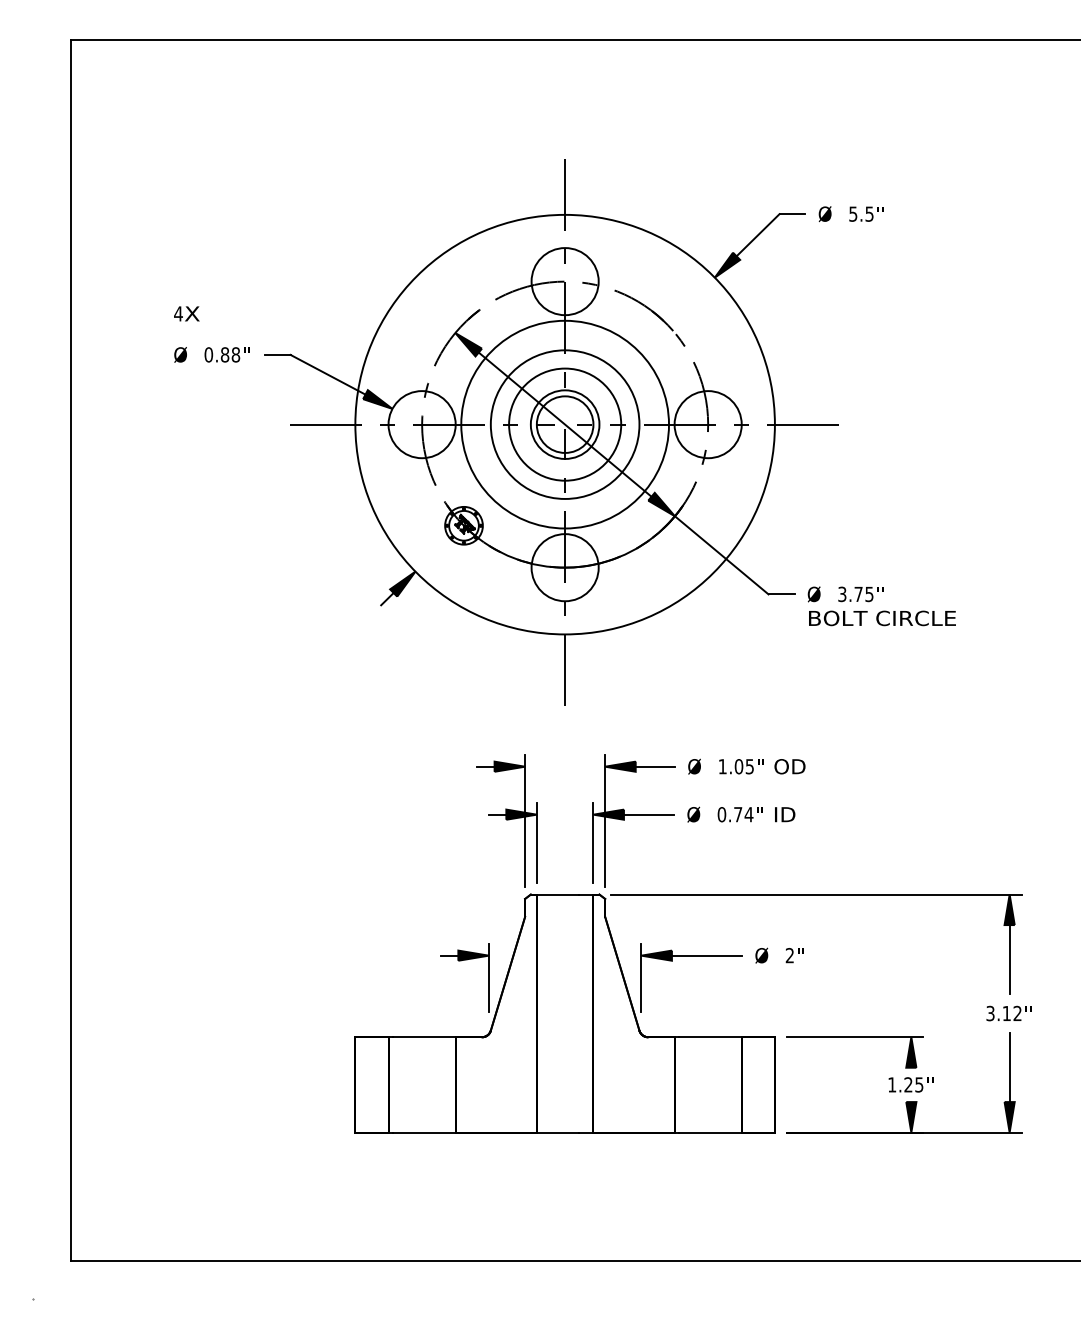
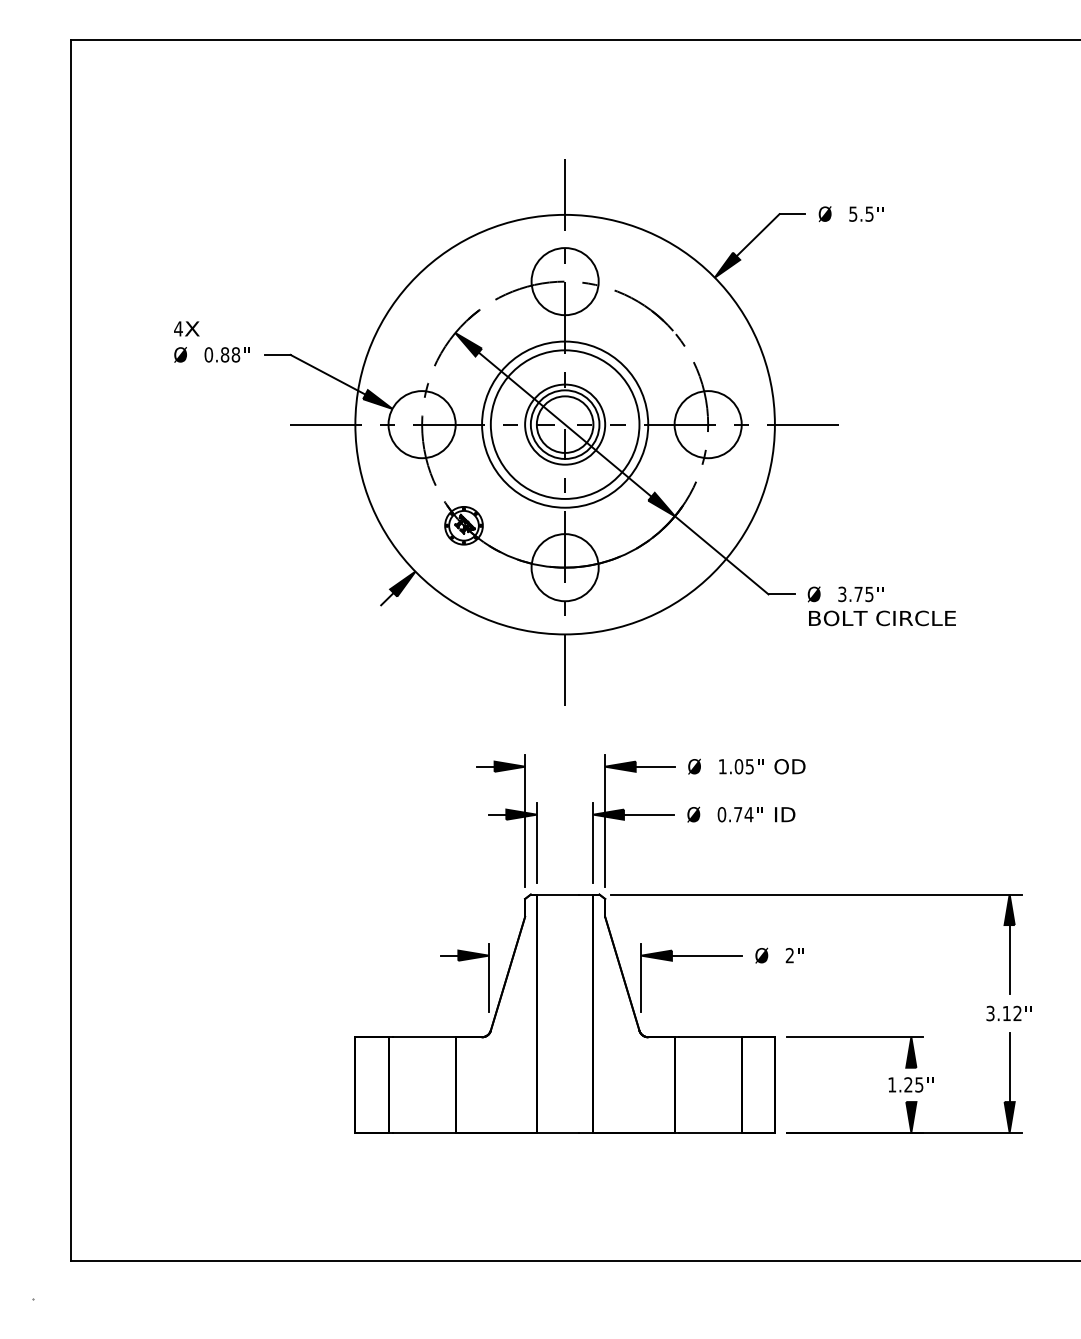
text at (186, 313) position: (186, 313) -> (186, 328)
circle at (565, 424) diameter: 112 px -> 80 px
circle at (565, 424) diameter: 208 px -> 166 px
